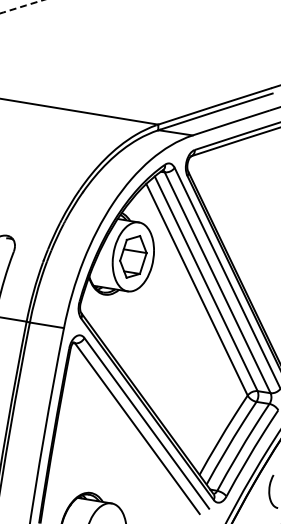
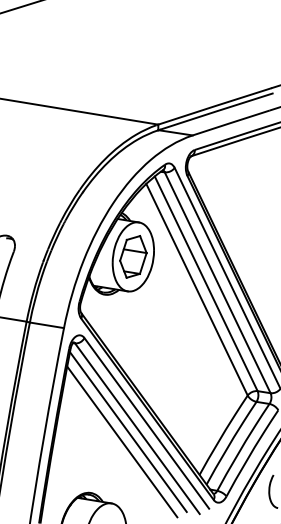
arc at (20, 7): dashed -> solid
line at (128, 432): none -> present
line at (122, 441): none -> present
